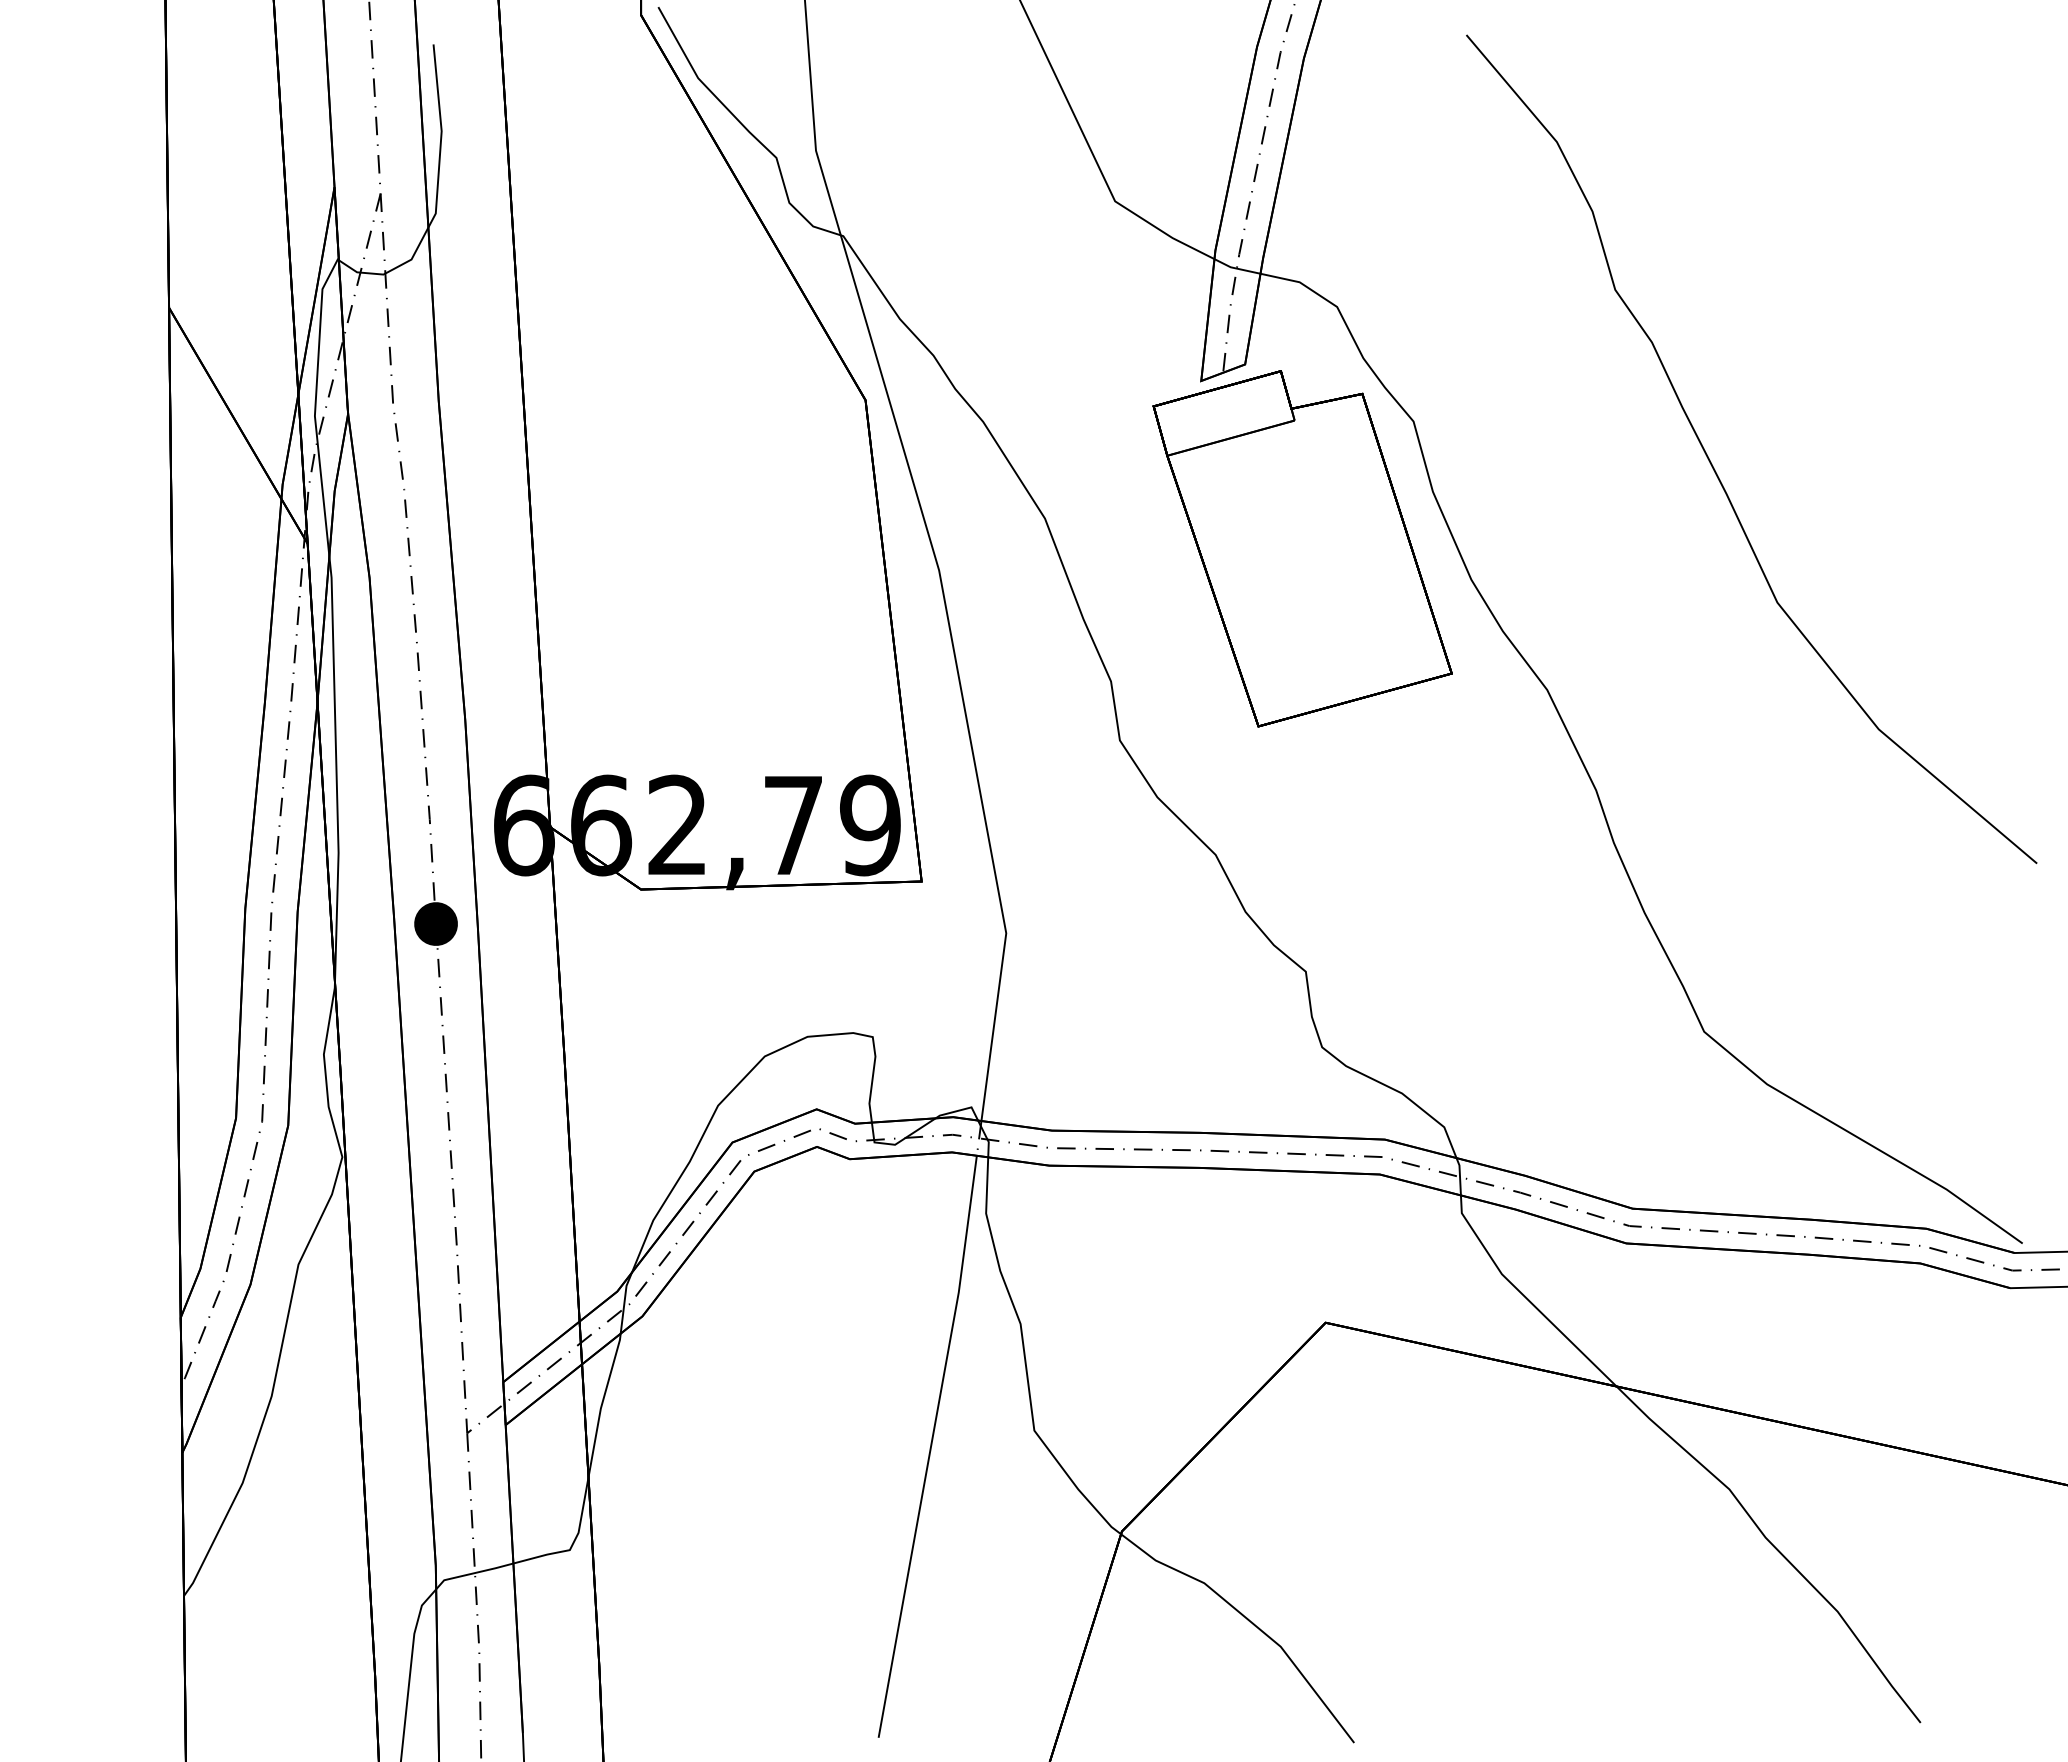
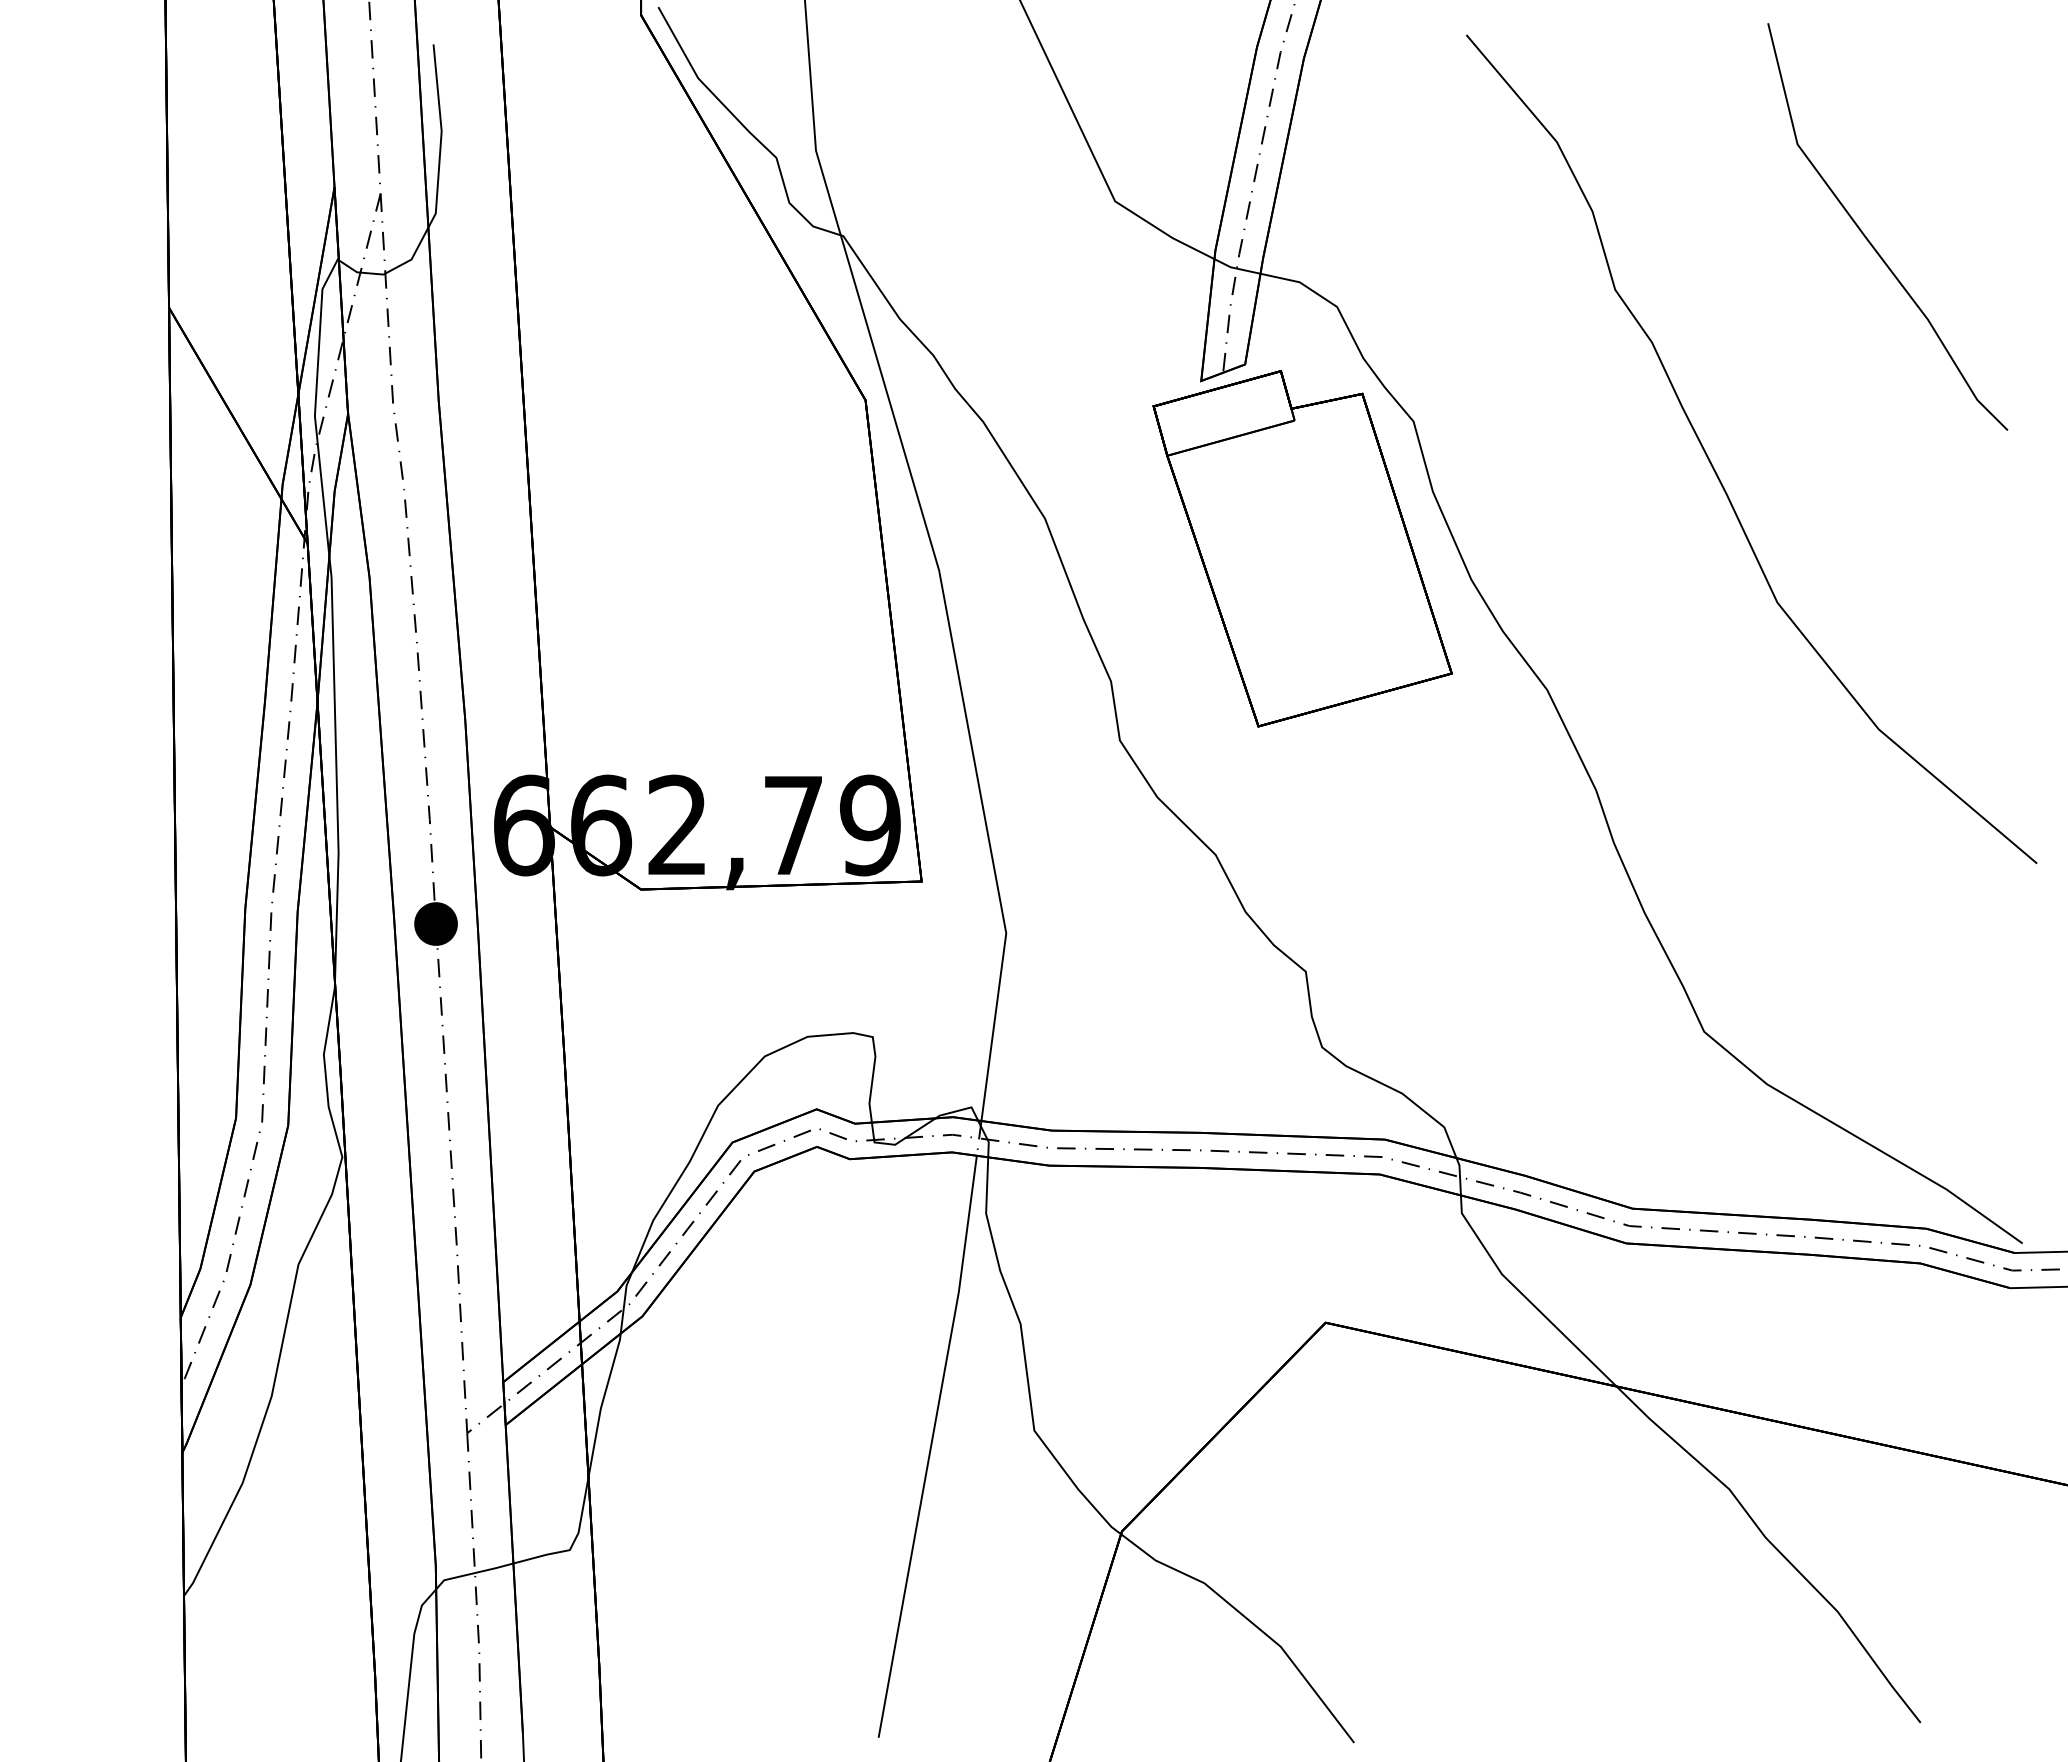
curve at (1870, 241): none -> present
